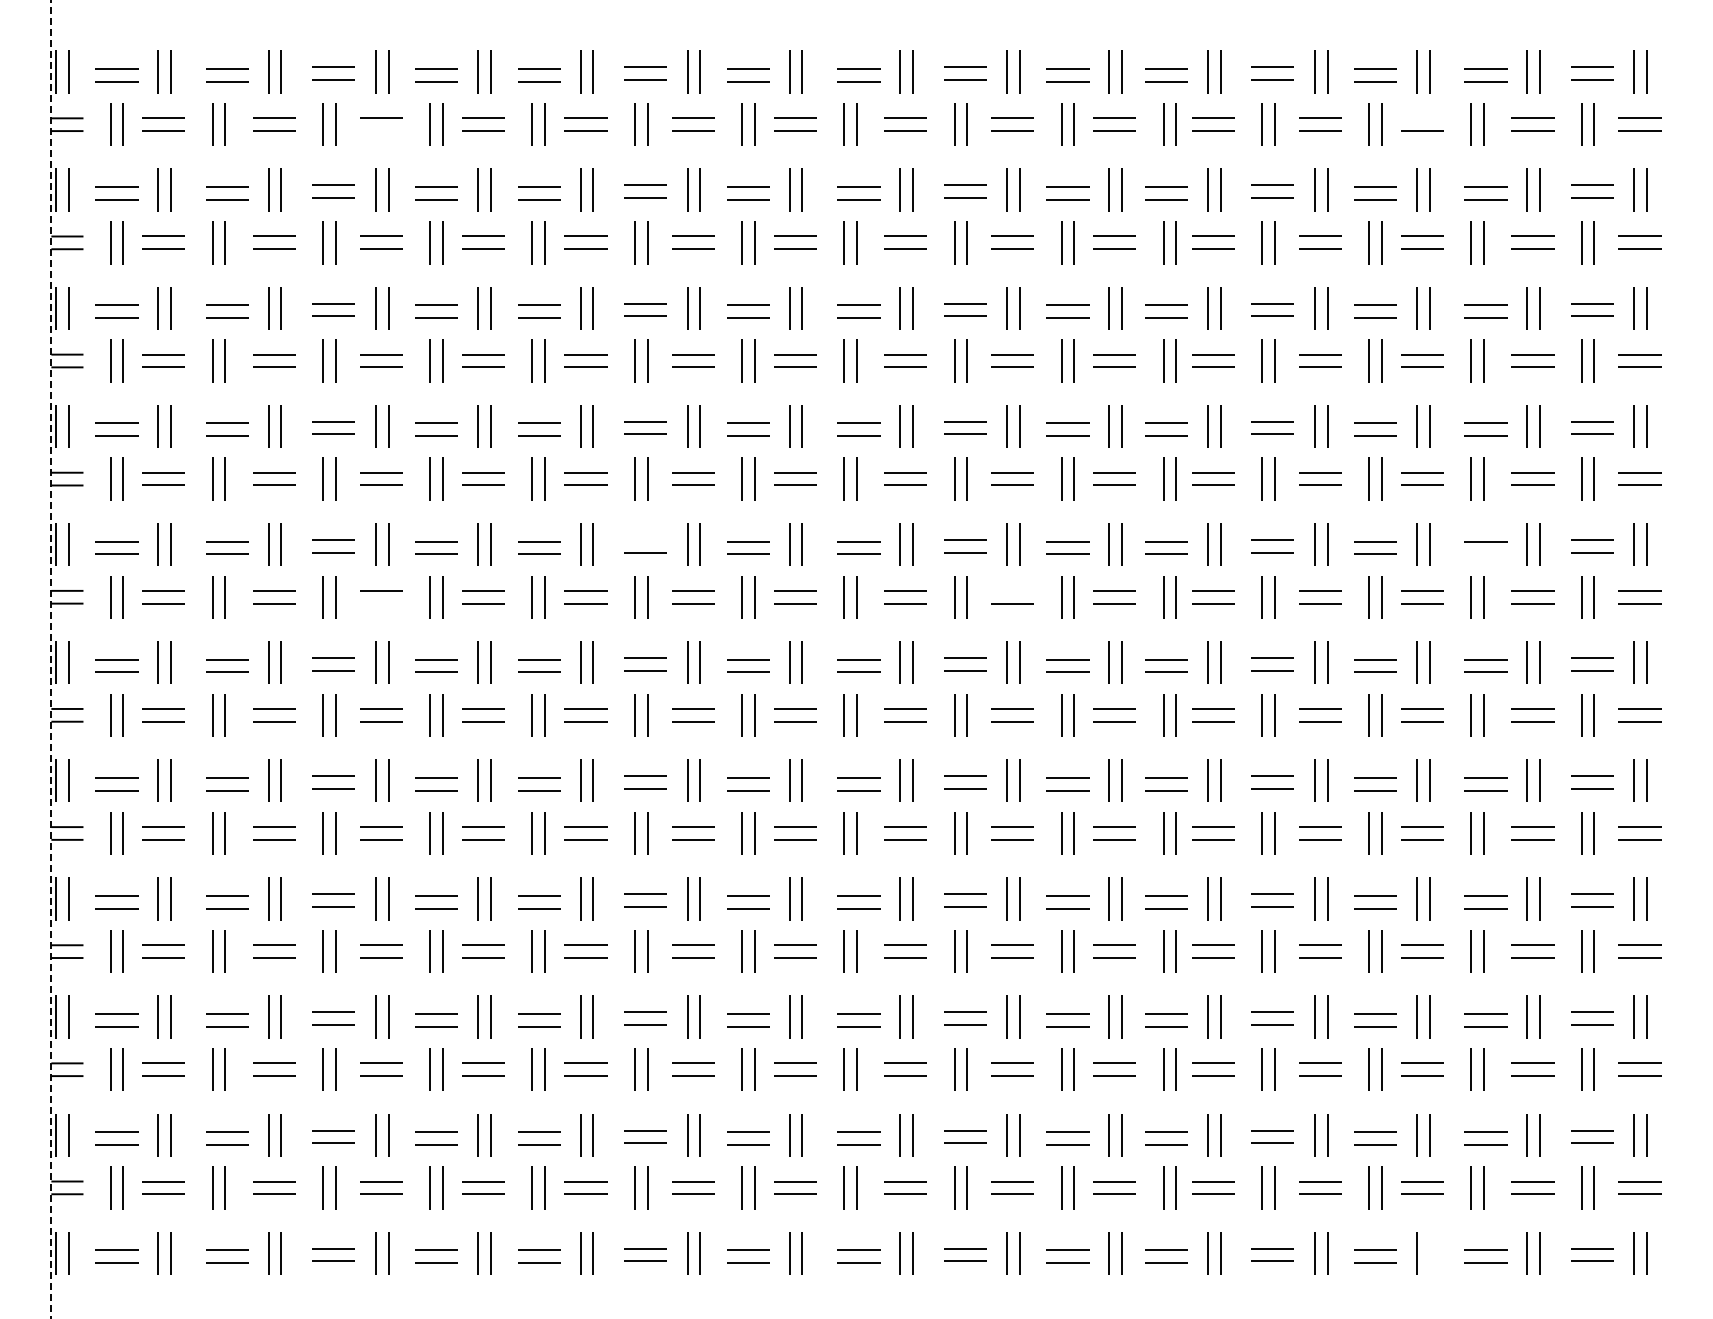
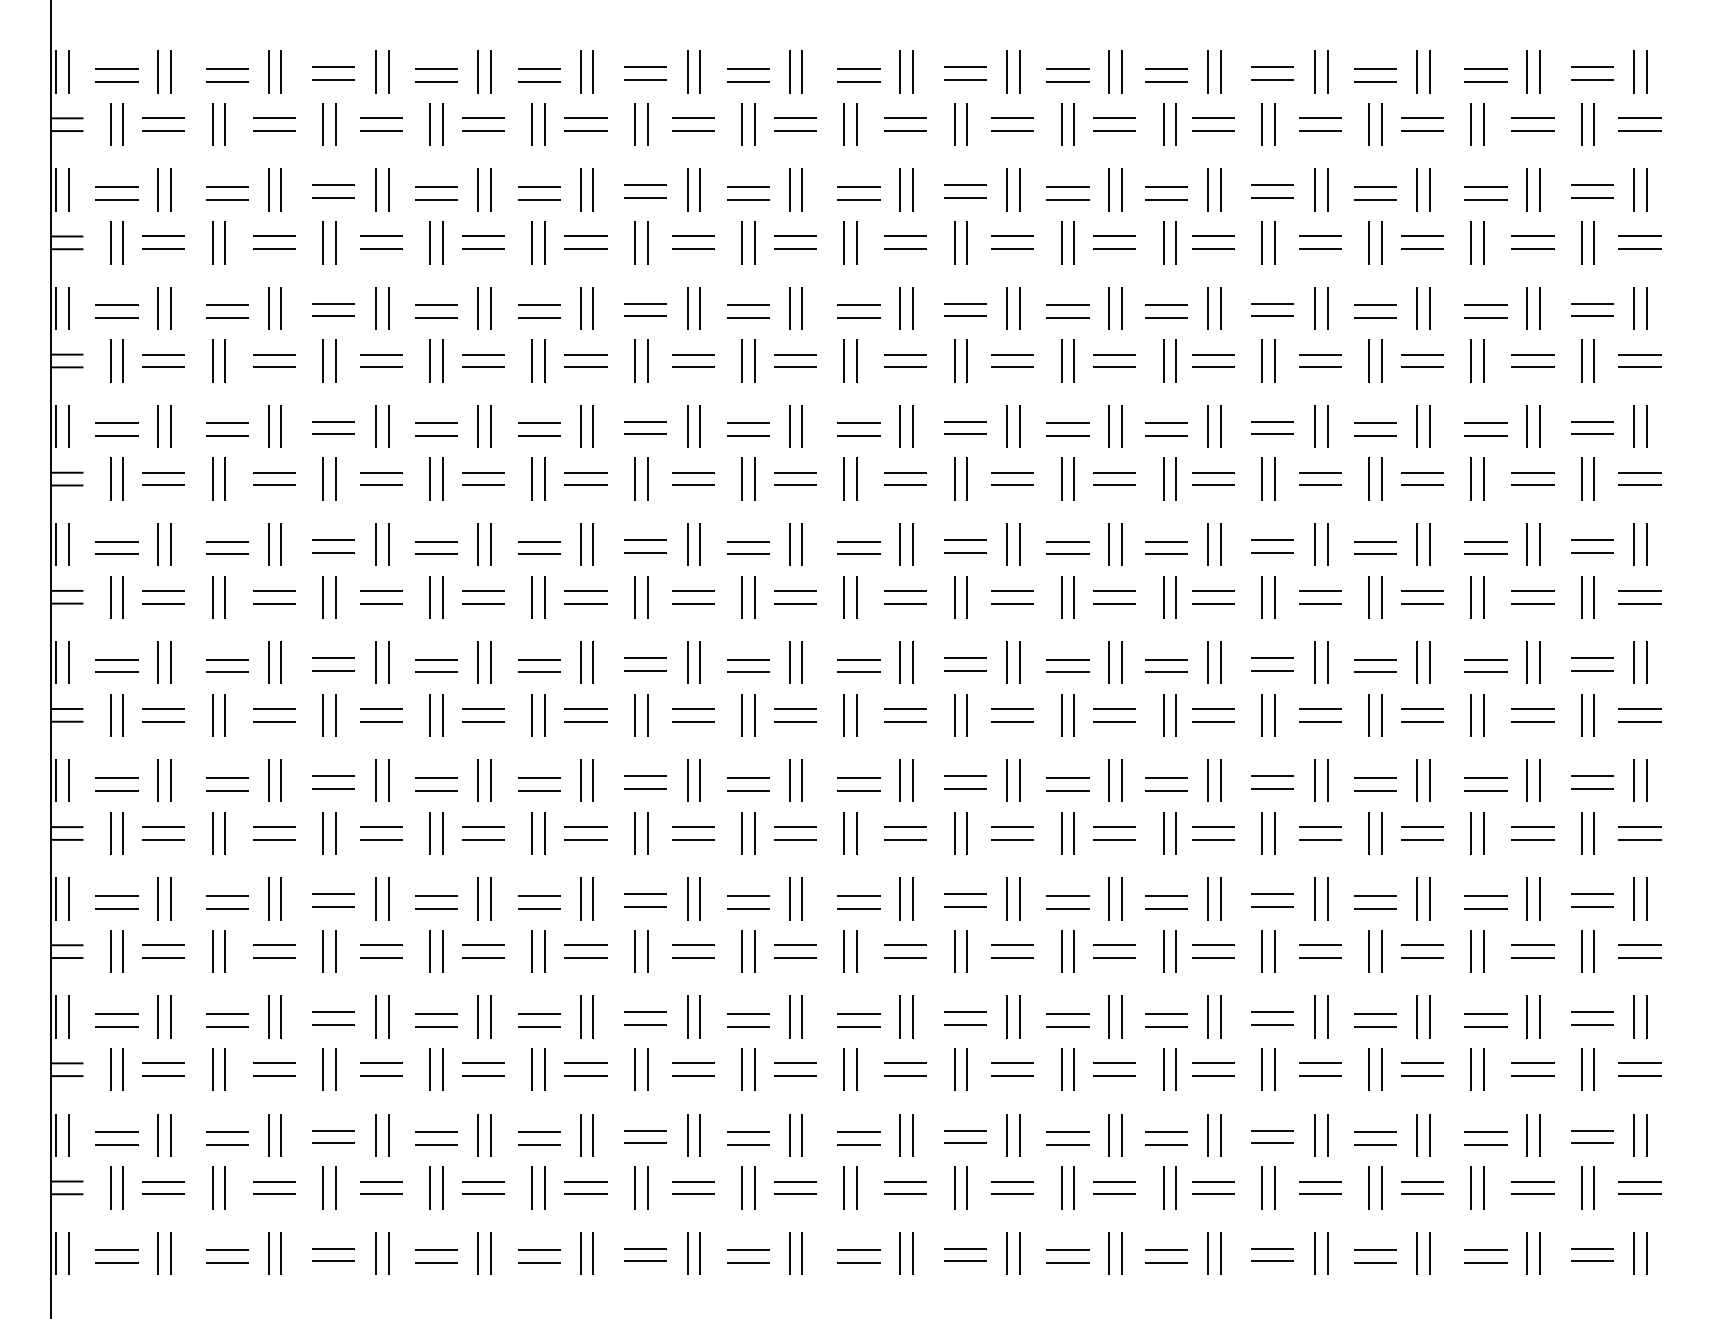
line at (1422, 117): none -> present
line at (381, 130): none -> present
line at (645, 539): none -> present
line at (1485, 553): none -> present
line at (1012, 590): none -> present
line at (381, 603): none -> present
line at (51, 660): dashed -> solid
line at (1429, 1253): none -> present
